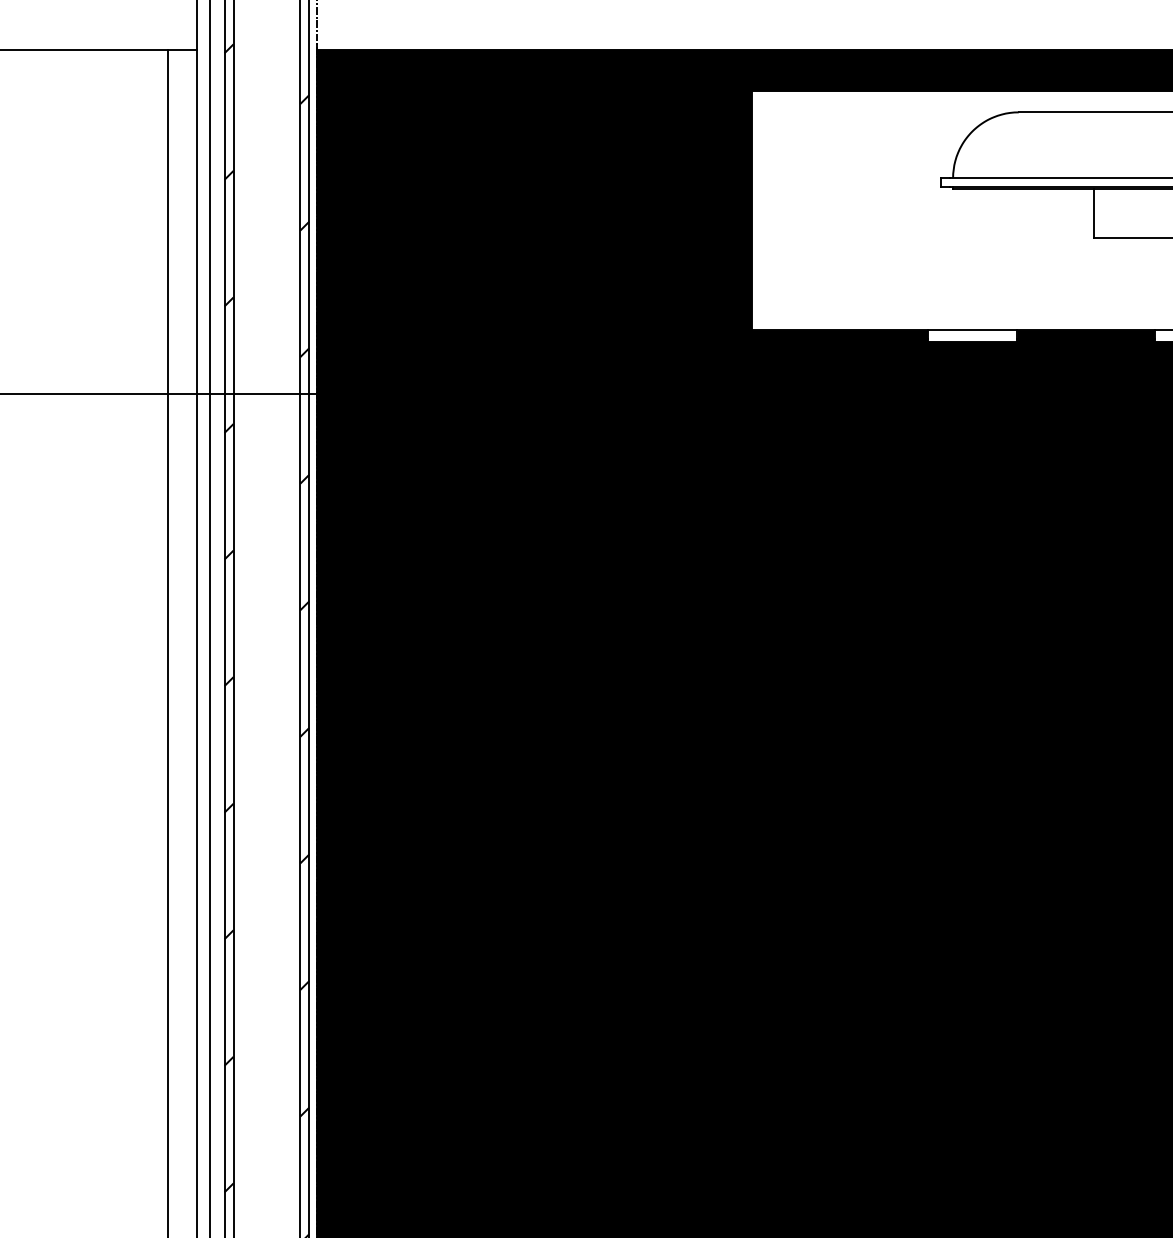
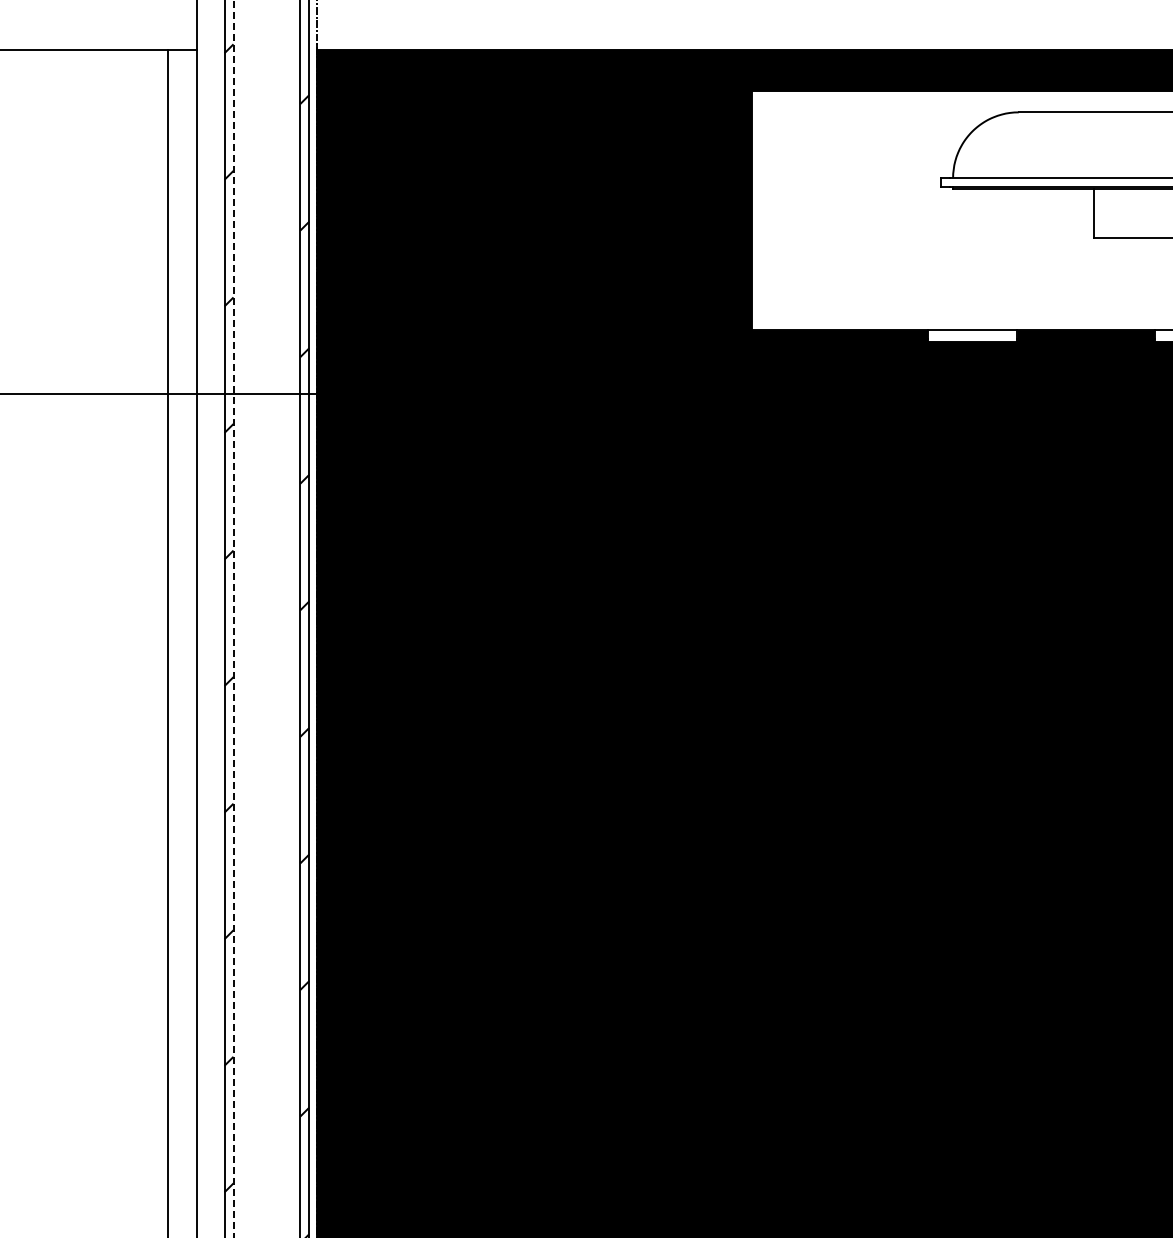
line at (209, 618): present -> none
line at (233, 618): solid -> dashed
